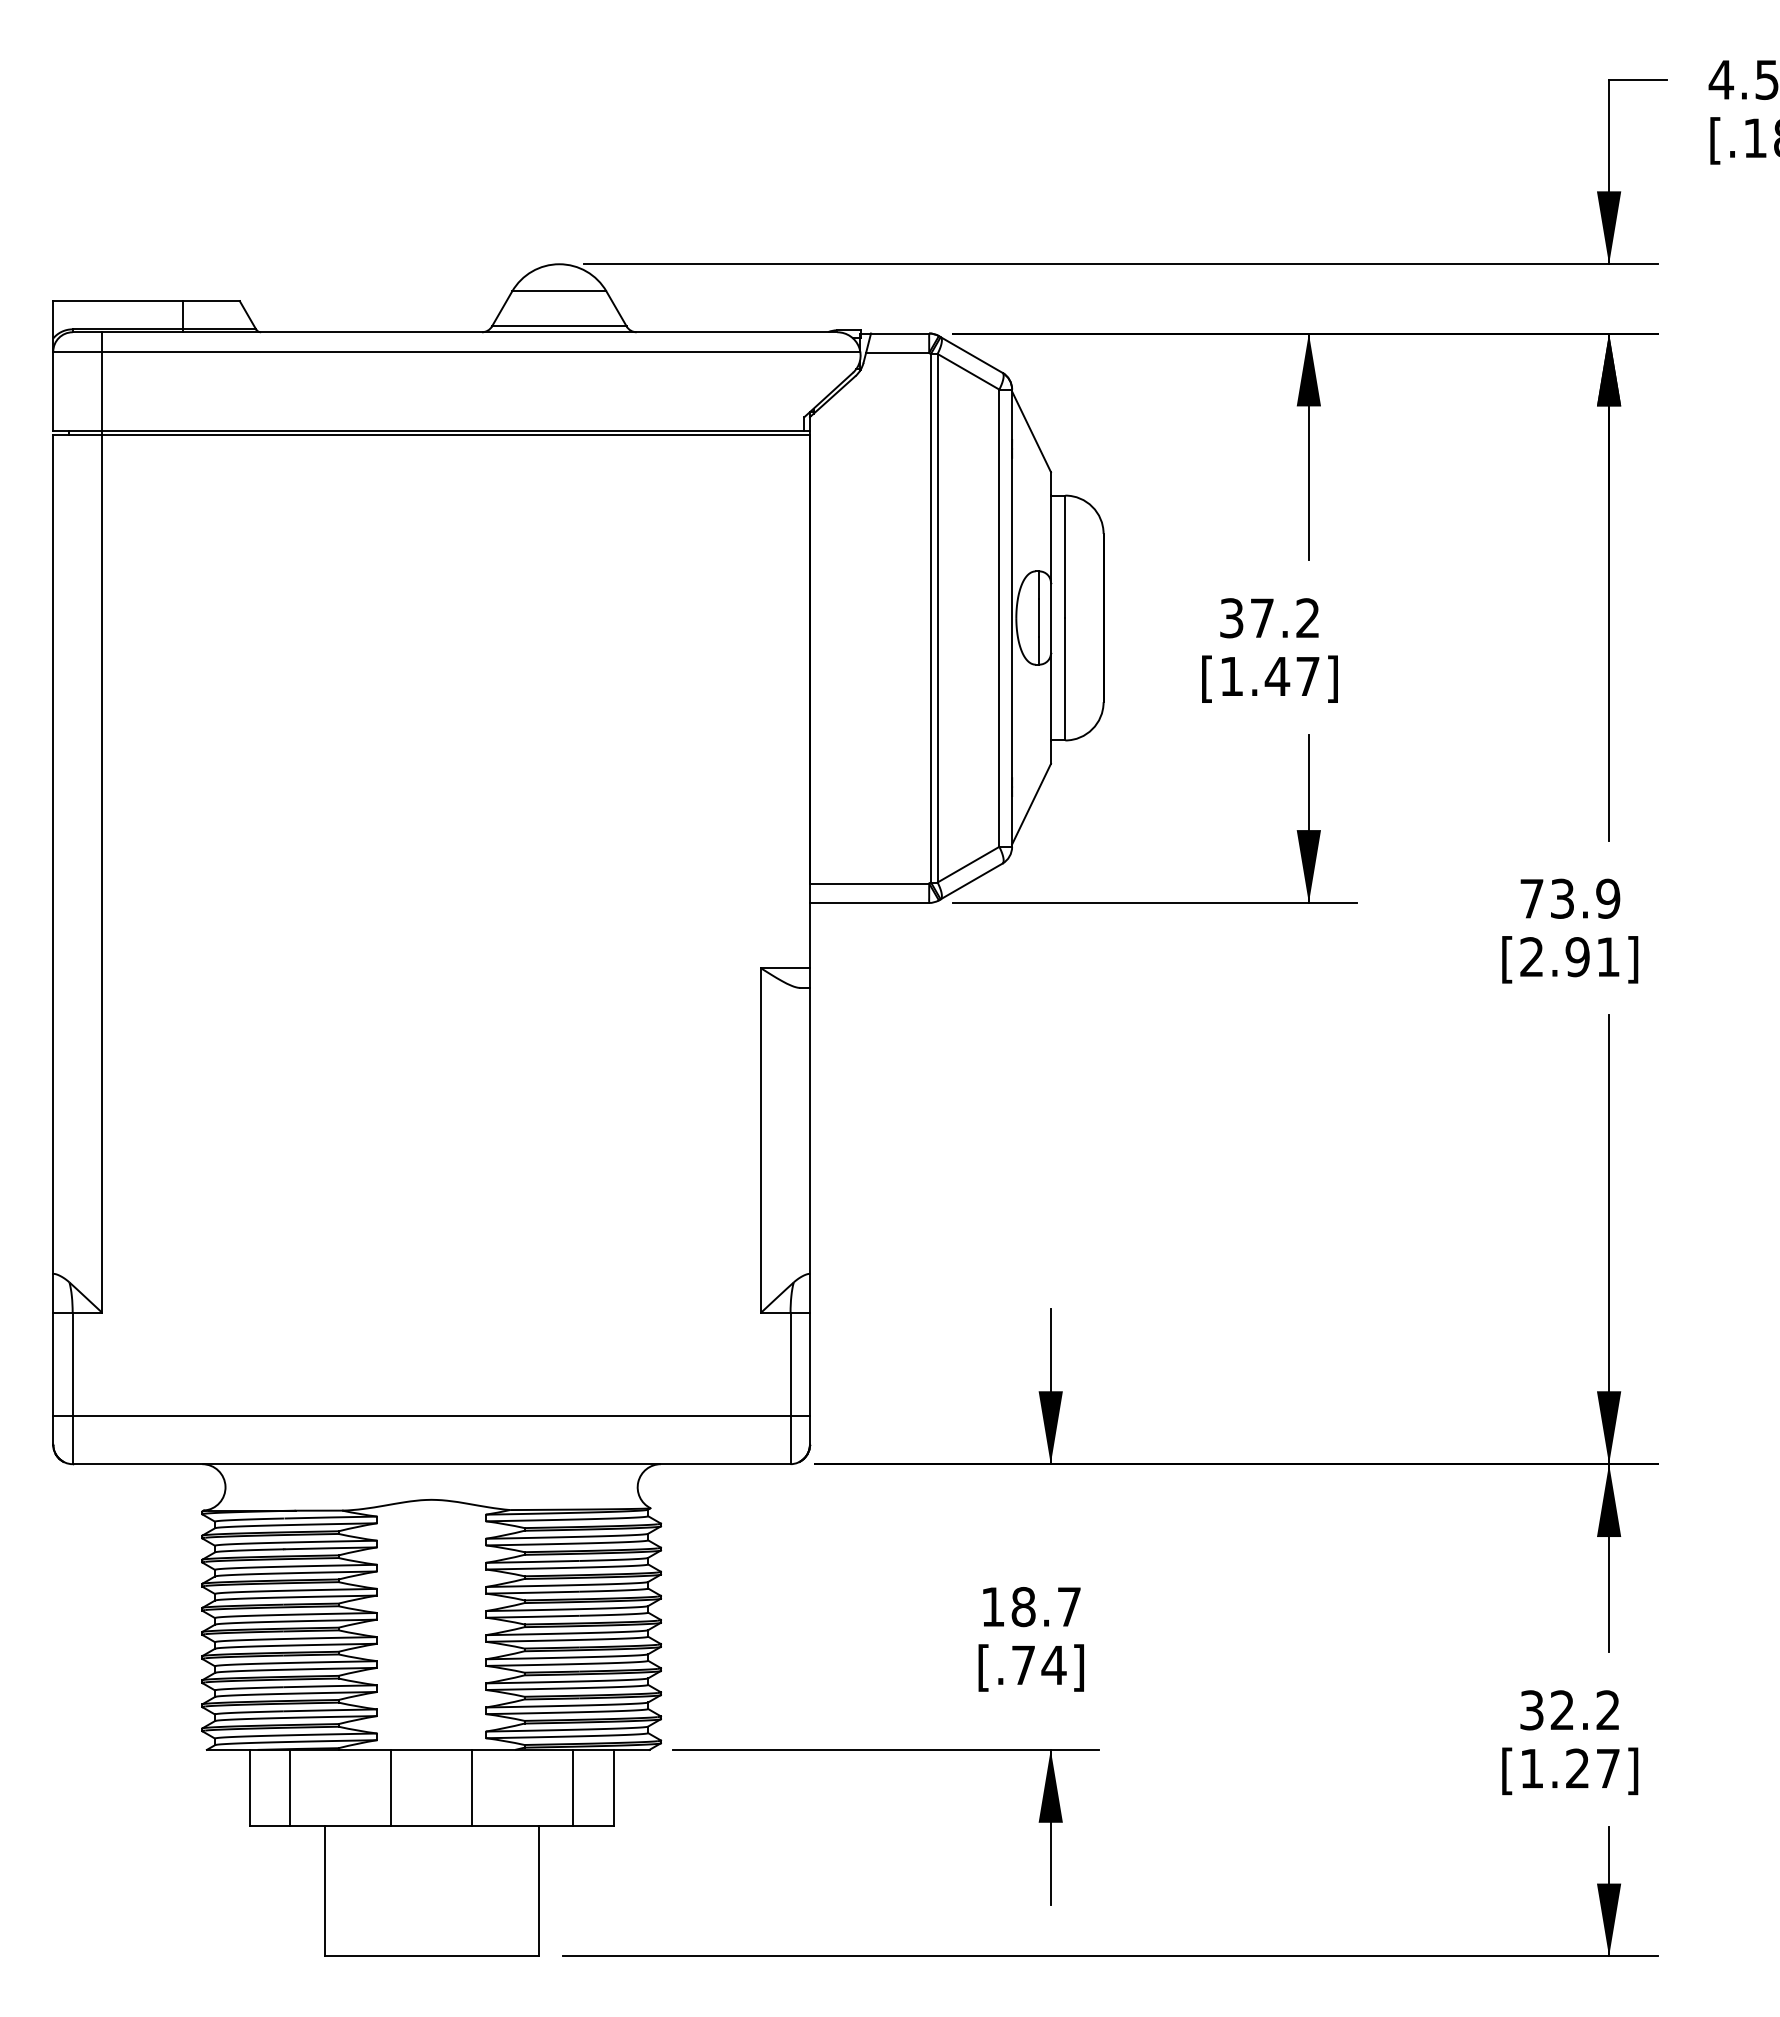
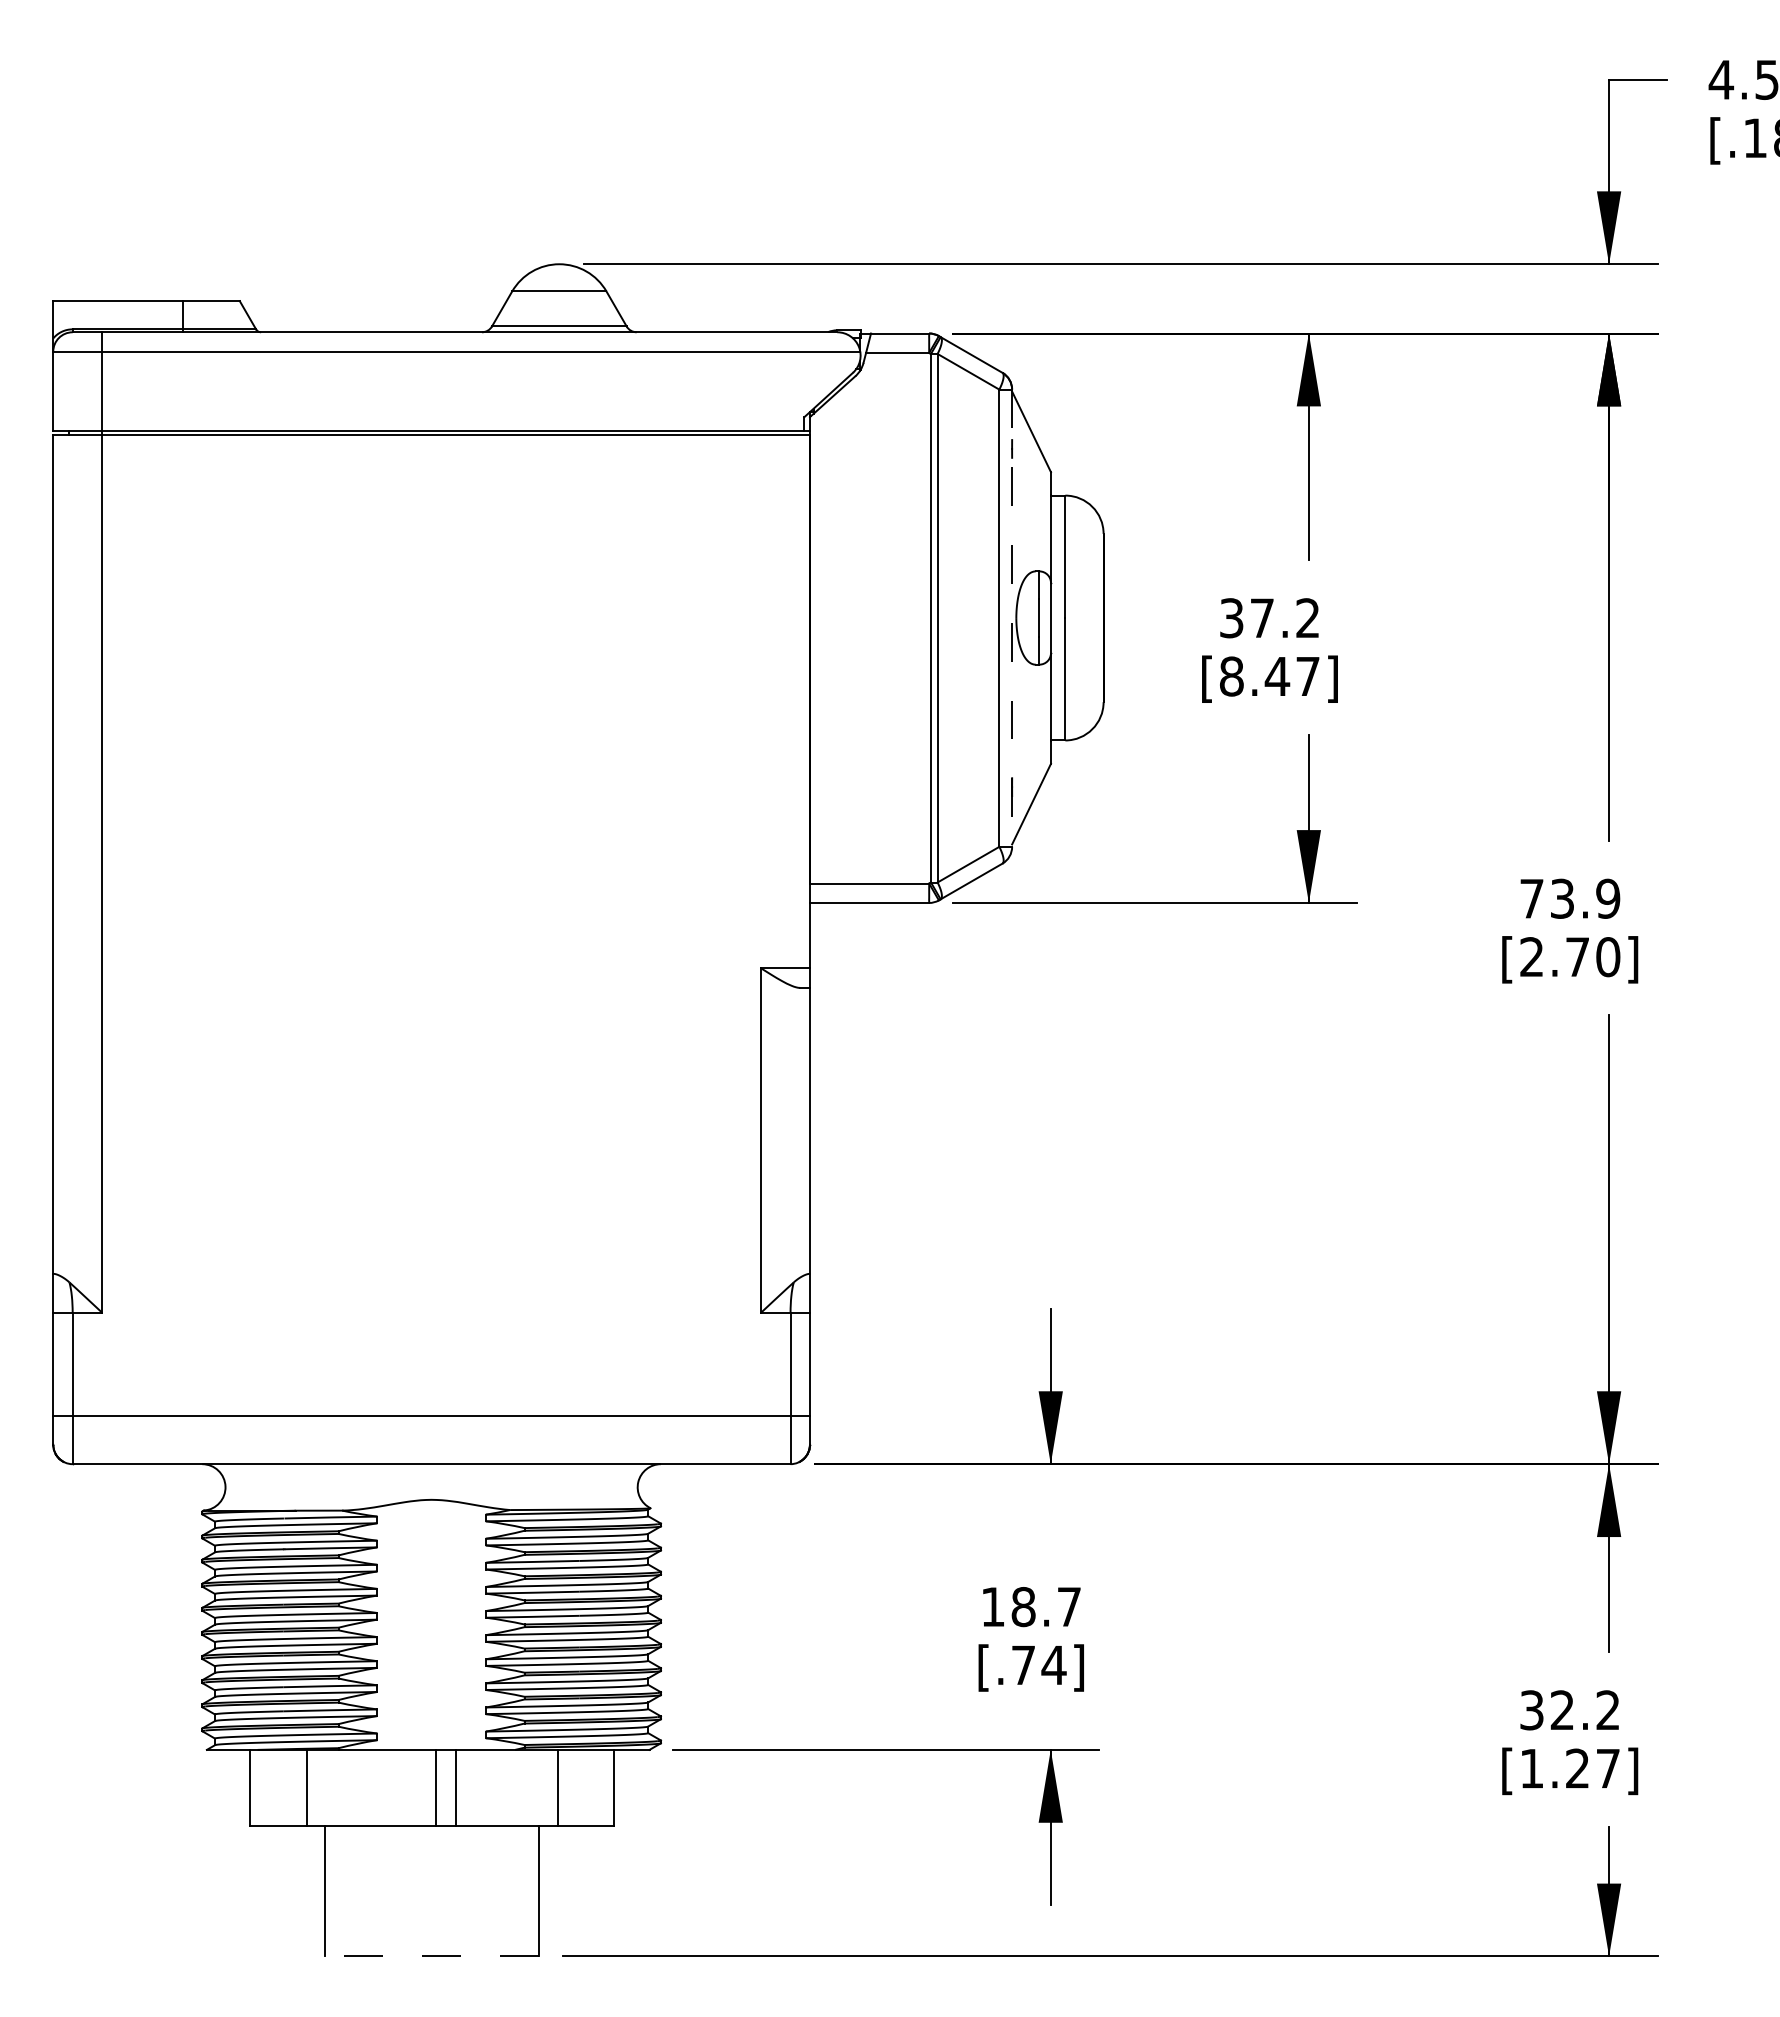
line at (1012, 618): solid -> dashed
text at (1231, 676): [1.47] -> [8.47]
text at (1592, 957): [2.91] -> [2.70]
line at (289, 1787) position: (289, 1787) -> (306, 1787)
line at (391, 1787) position: (391, 1787) -> (436, 1787)
line at (471, 1787) position: (471, 1787) -> (455, 1787)
line at (573, 1787) position: (573, 1787) -> (558, 1787)
line at (431, 1956): solid -> dashed
